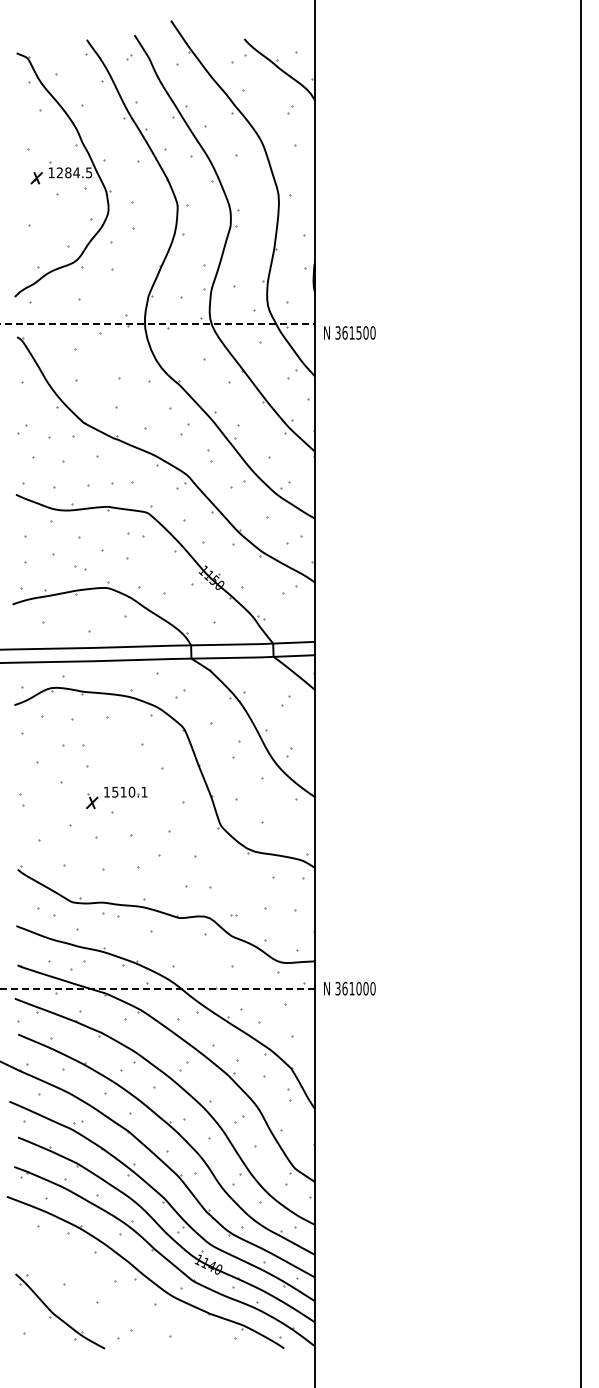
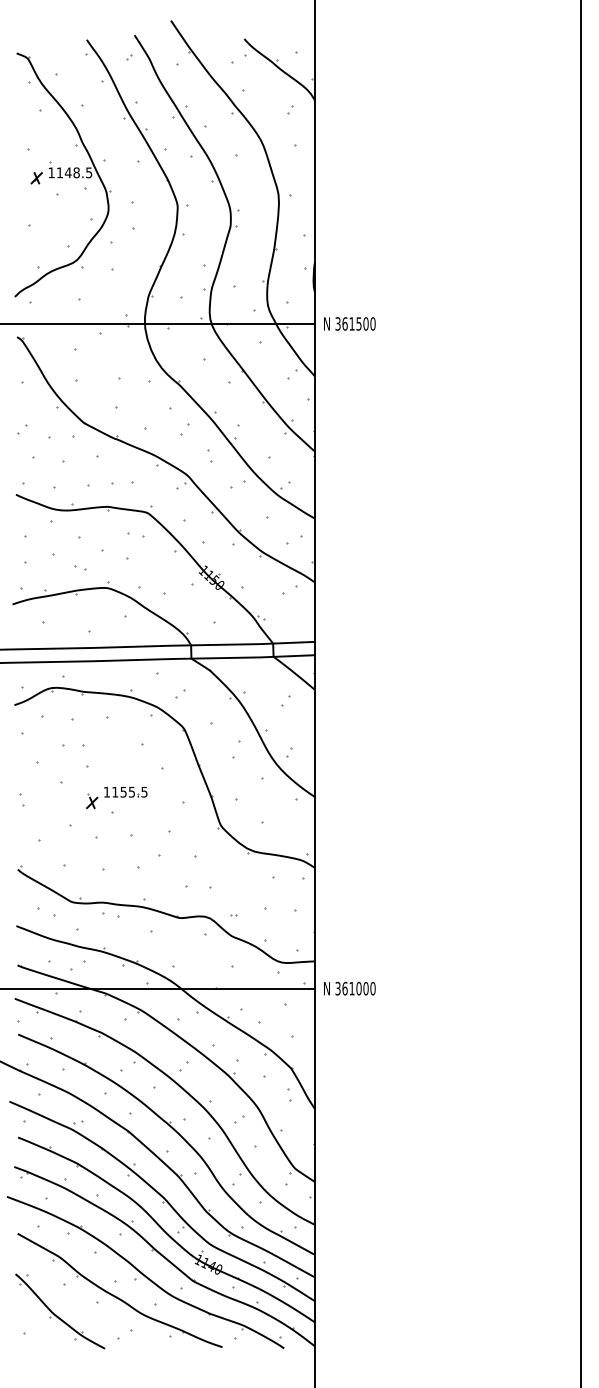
text at (67, 172): 1284.5 -> 1148.5
line at (157, 323): dashed -> solid
text at (349, 332) position: (349, 332) -> (349, 323)
text at (129, 791): 1510.1 -> 1155.5
line at (157, 988): dashed -> solid
part at (117, 1296): none -> present
